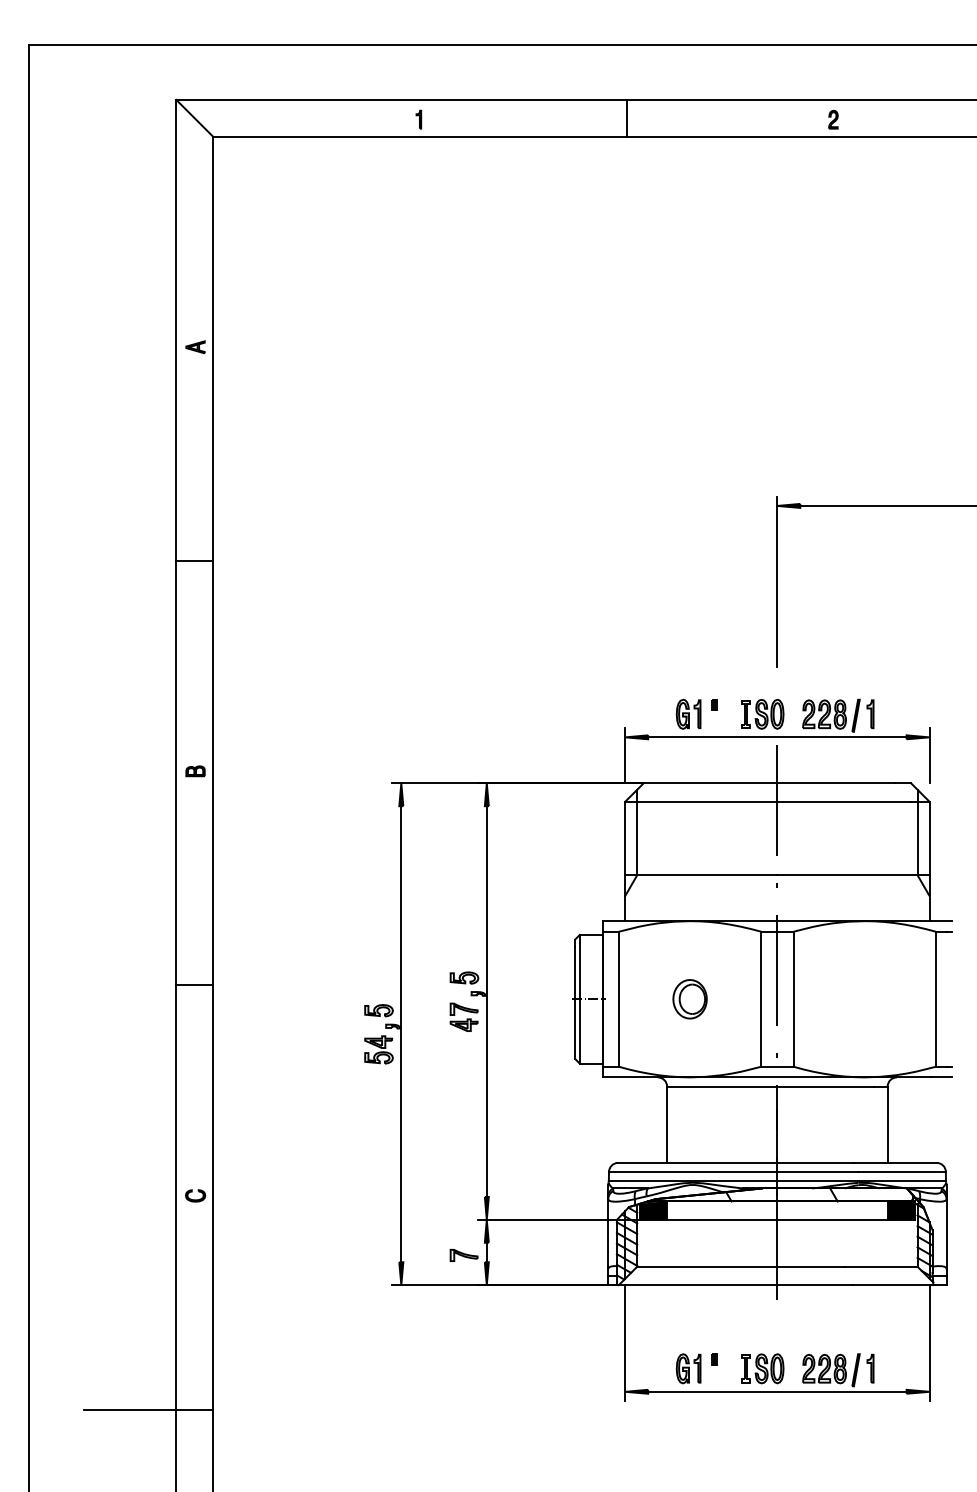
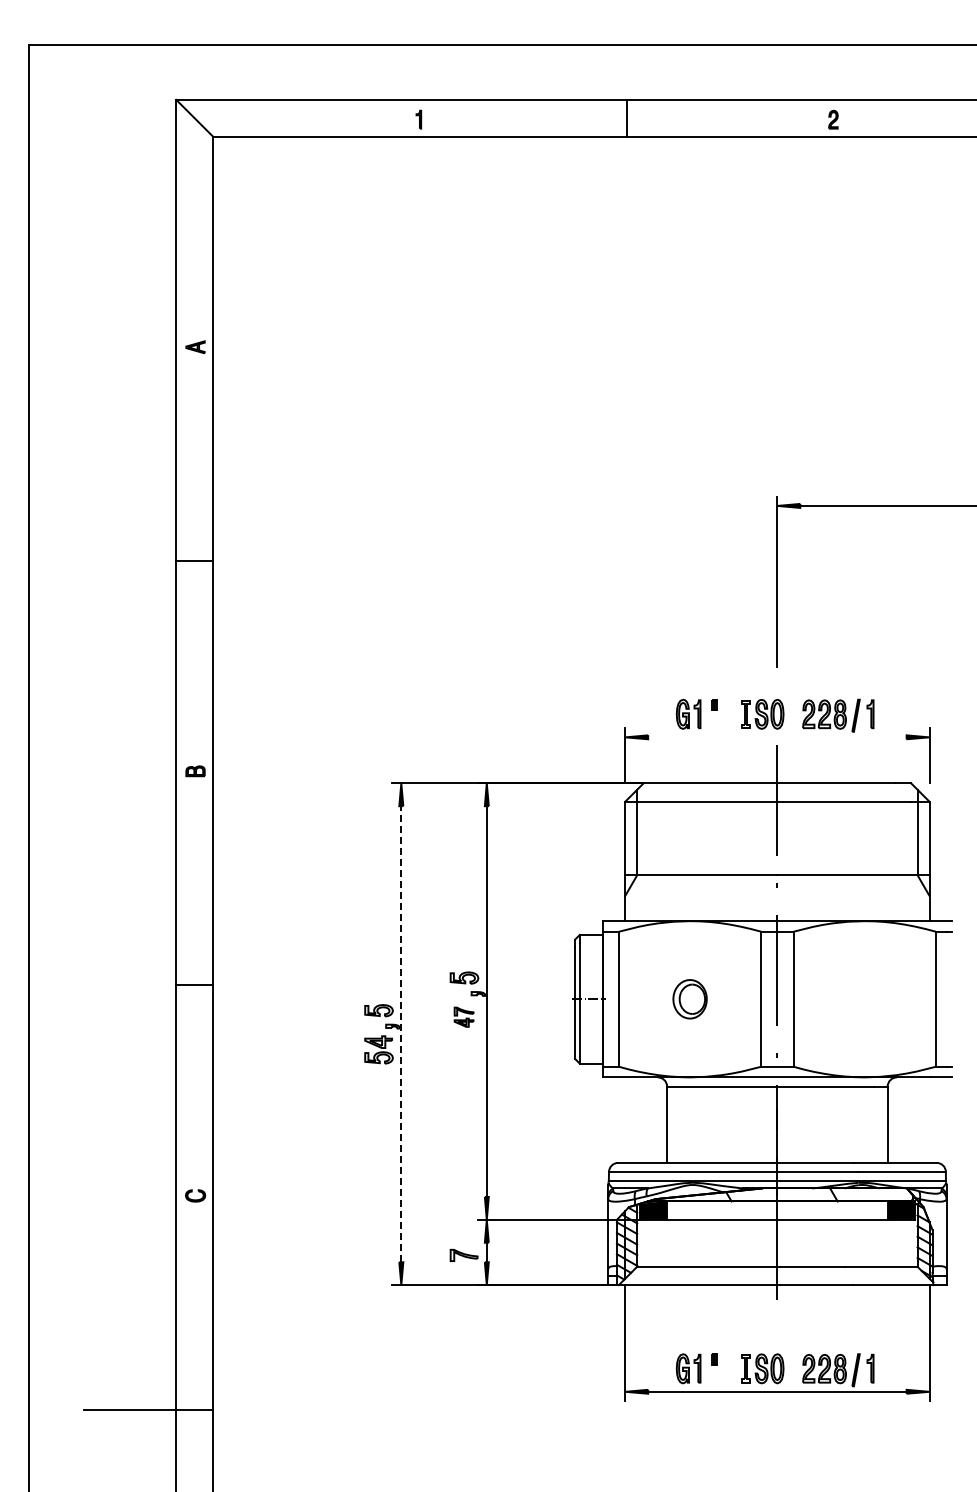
line at (777, 737): present -> none
part at (463, 1016) size: 30x30 px -> 22x22 px
line at (401, 1033): solid -> dashed
